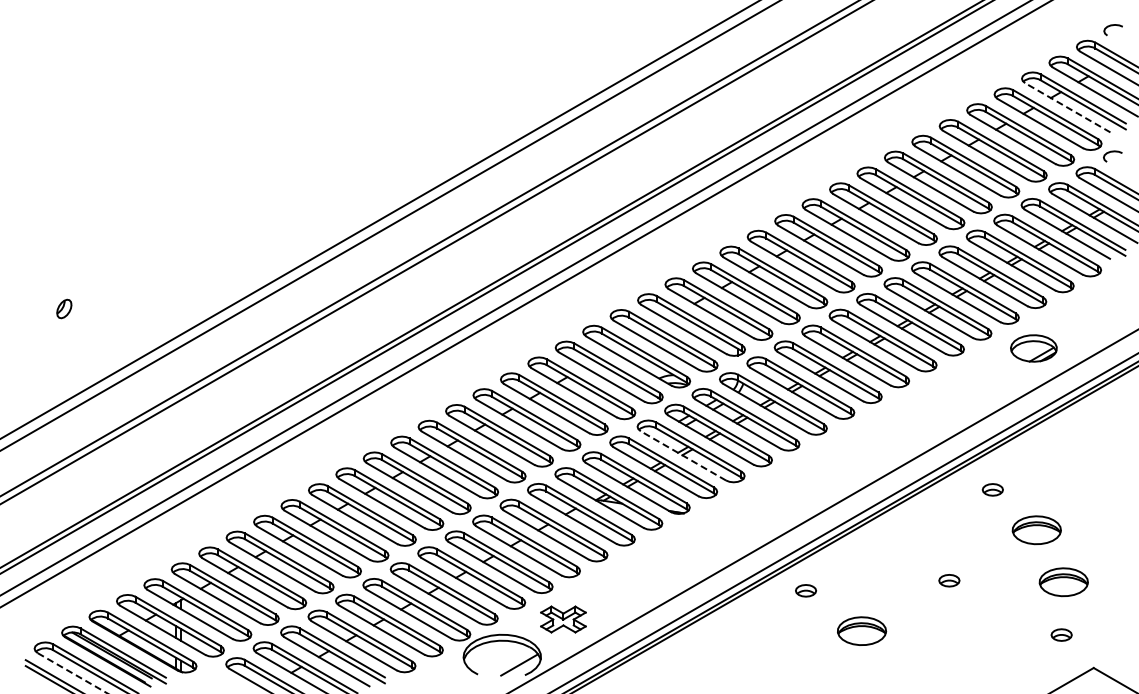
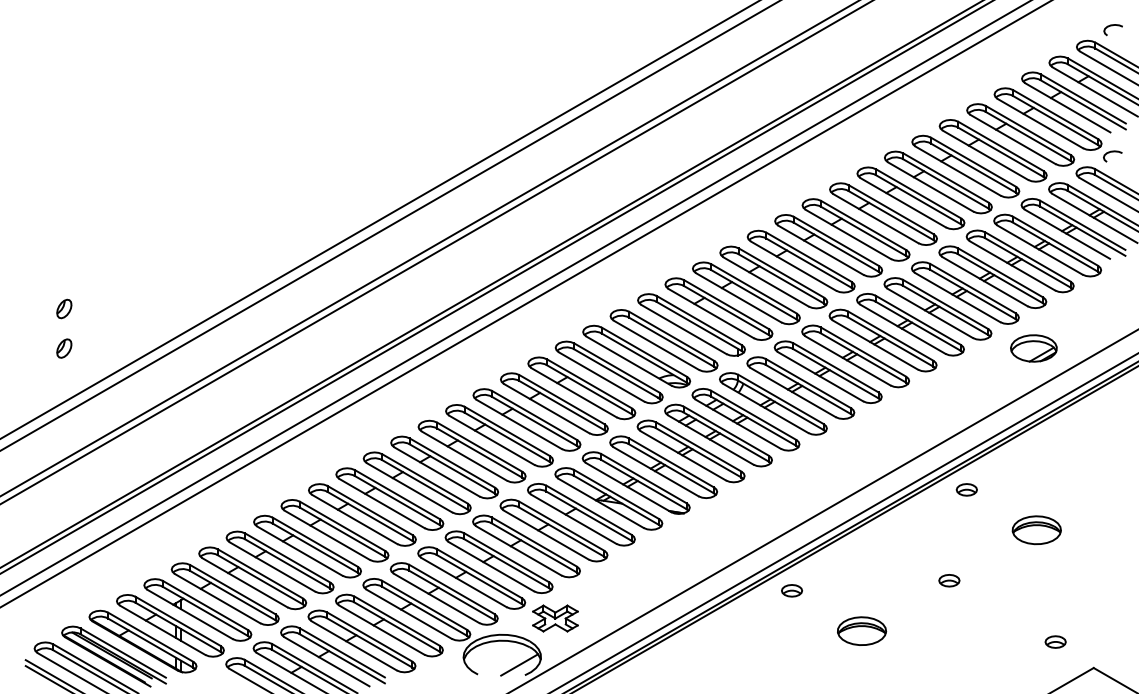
line at (1067, 107): dashed -> solid
part at (64, 348): none -> present
line at (682, 455): dashed -> solid
part at (992, 489) position: (992, 489) -> (966, 489)
part at (1063, 582): present -> none
part at (806, 590) position: (806, 590) -> (792, 590)
part at (563, 619) position: (563, 619) -> (555, 618)
part at (1061, 634) position: (1061, 634) -> (1055, 641)
line at (73, 673): dashed -> solid
